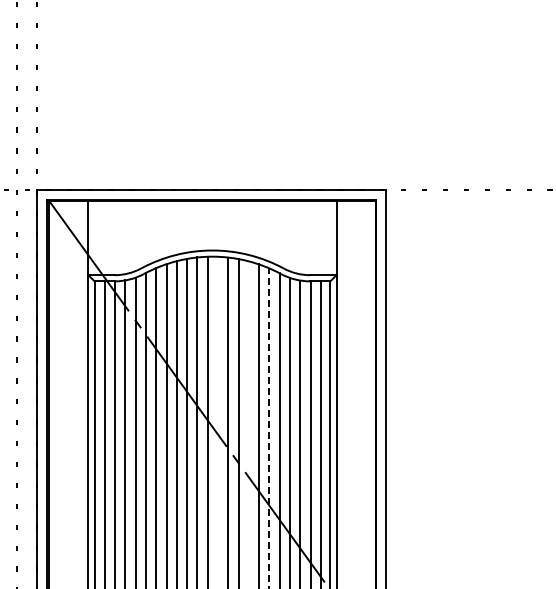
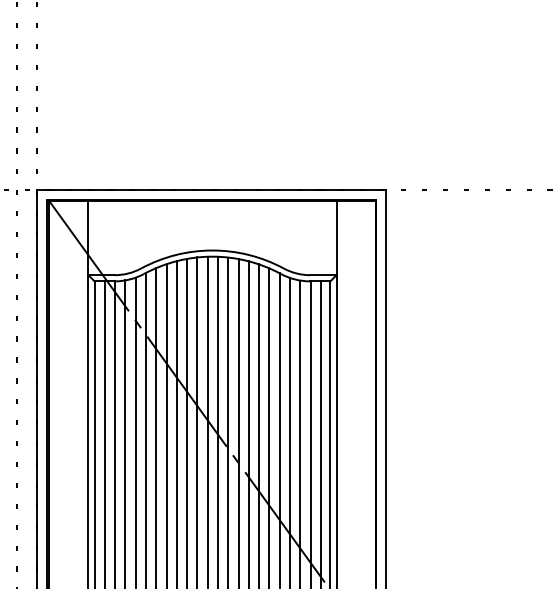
line at (218, 420): none -> present
line at (248, 423): none -> present
line at (269, 428): dashed -> solid
